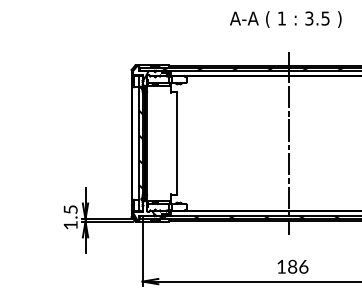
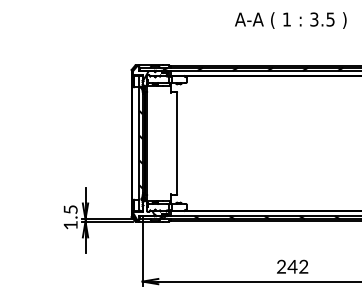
text at (285, 19) position: (285, 19) -> (290, 20)
line at (289, 143): present -> none
text at (292, 266): 186 -> 242
